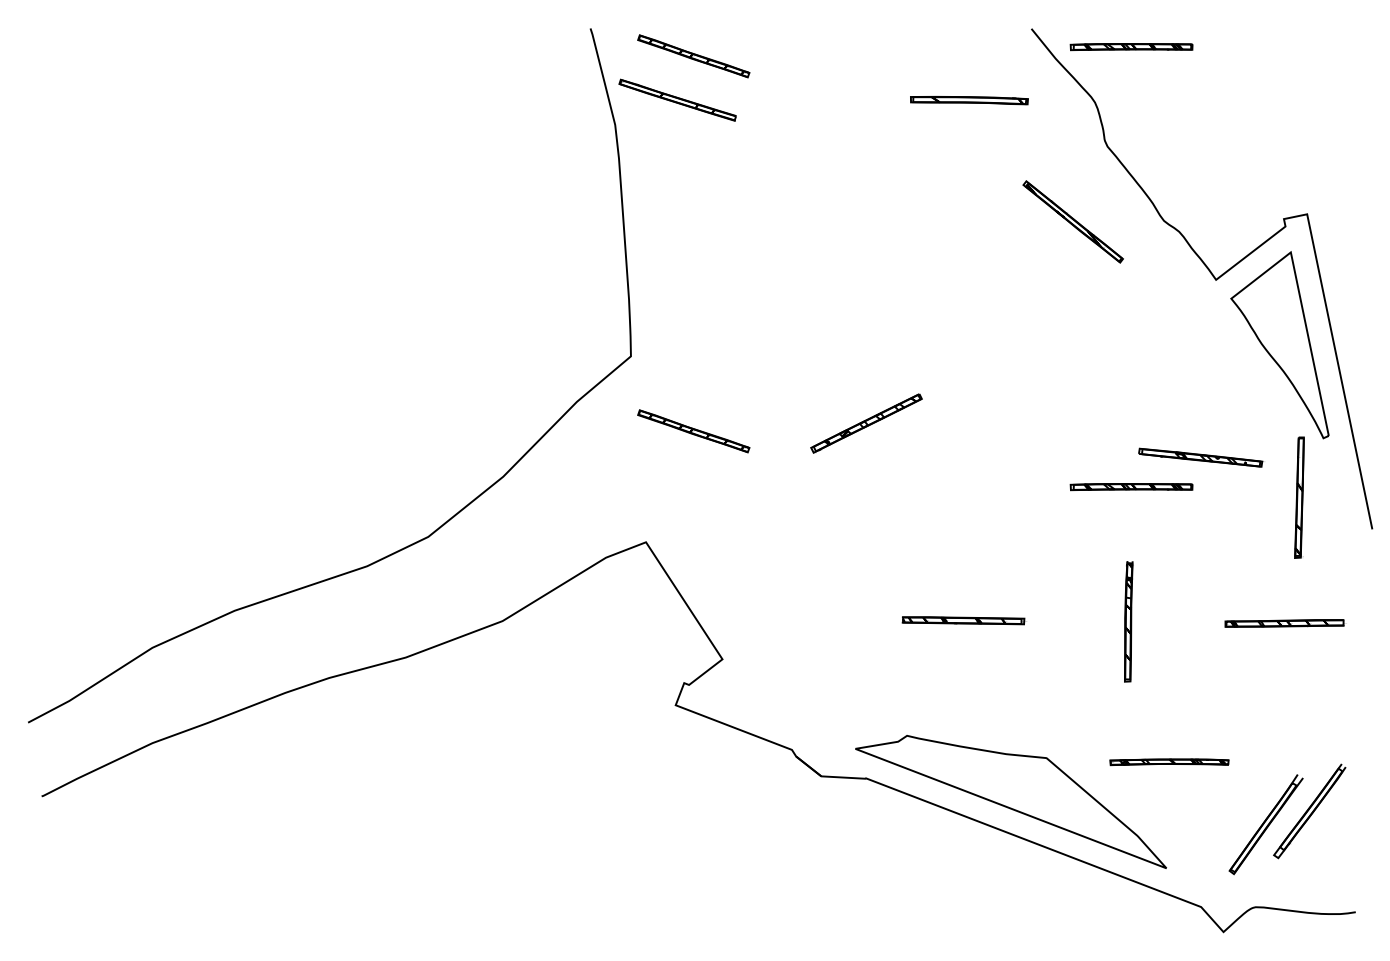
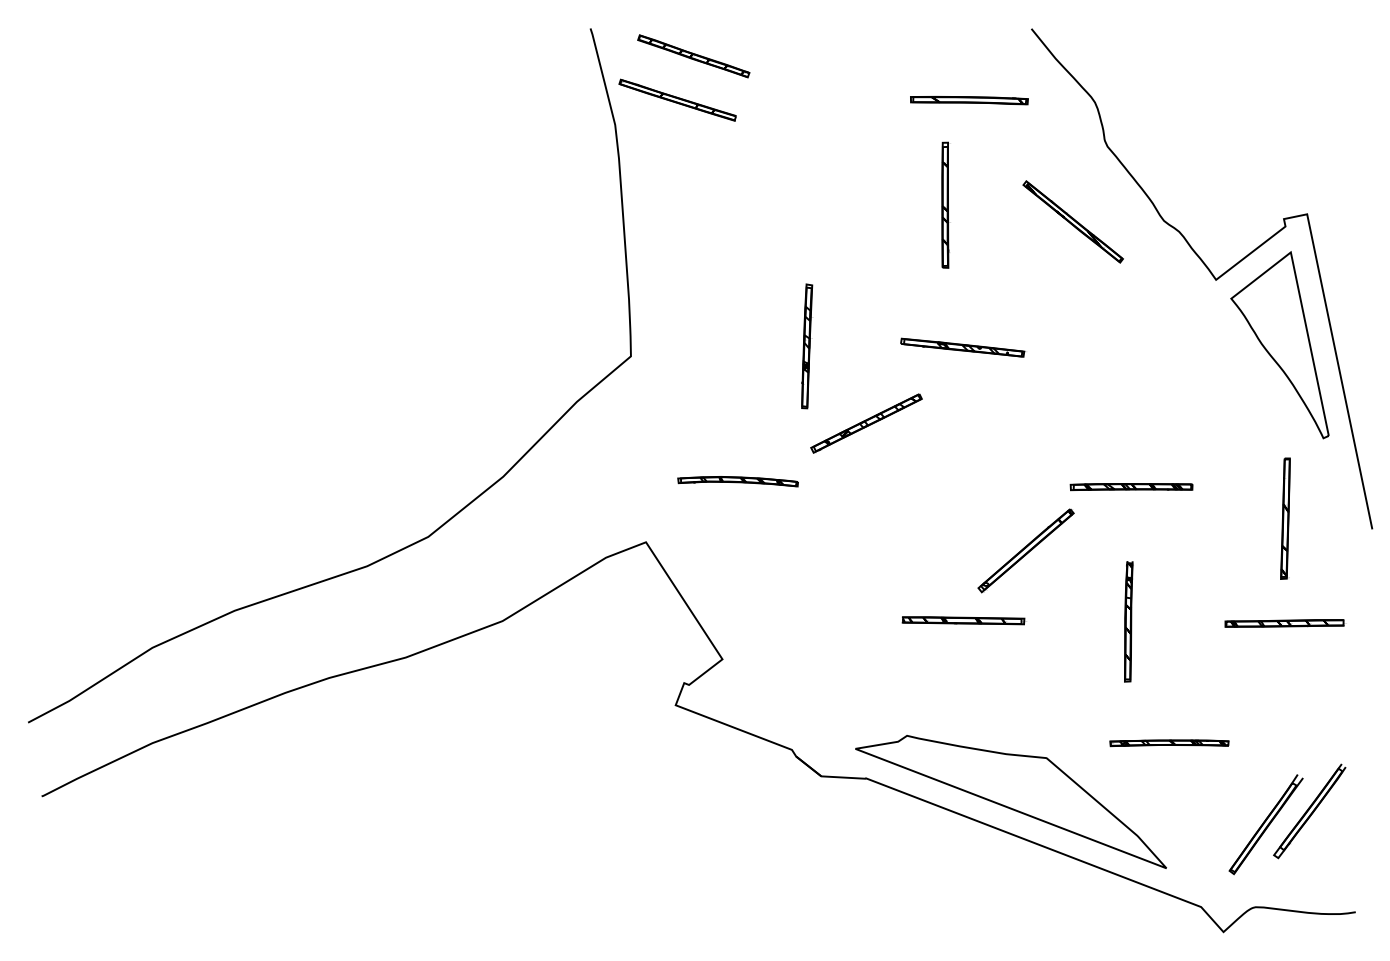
part at (1131, 47): present -> none
part at (945, 204): none -> present
part at (807, 346): none -> present
part at (693, 431): present -> none
part at (1200, 457) position: (1200, 457) -> (962, 347)
part at (737, 481): none -> present
part at (1299, 497) position: (1299, 497) -> (1285, 518)
part at (1025, 550): none -> present
part at (1169, 762) position: (1169, 762) -> (1169, 743)
